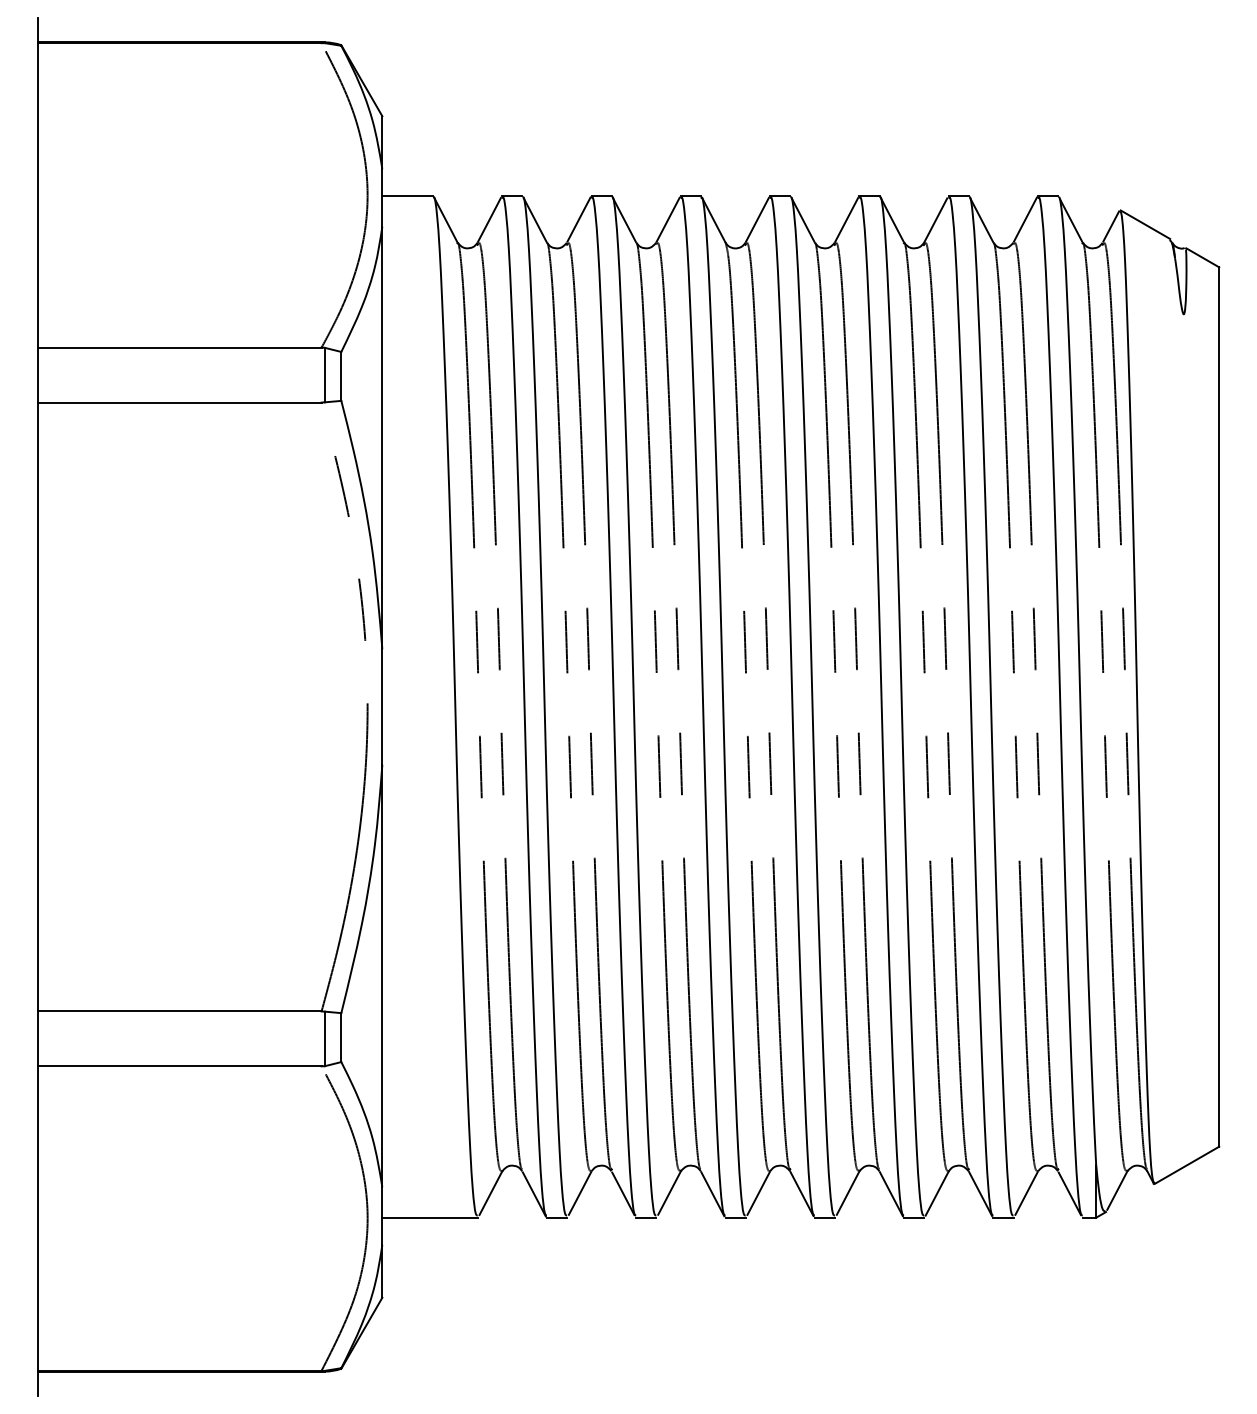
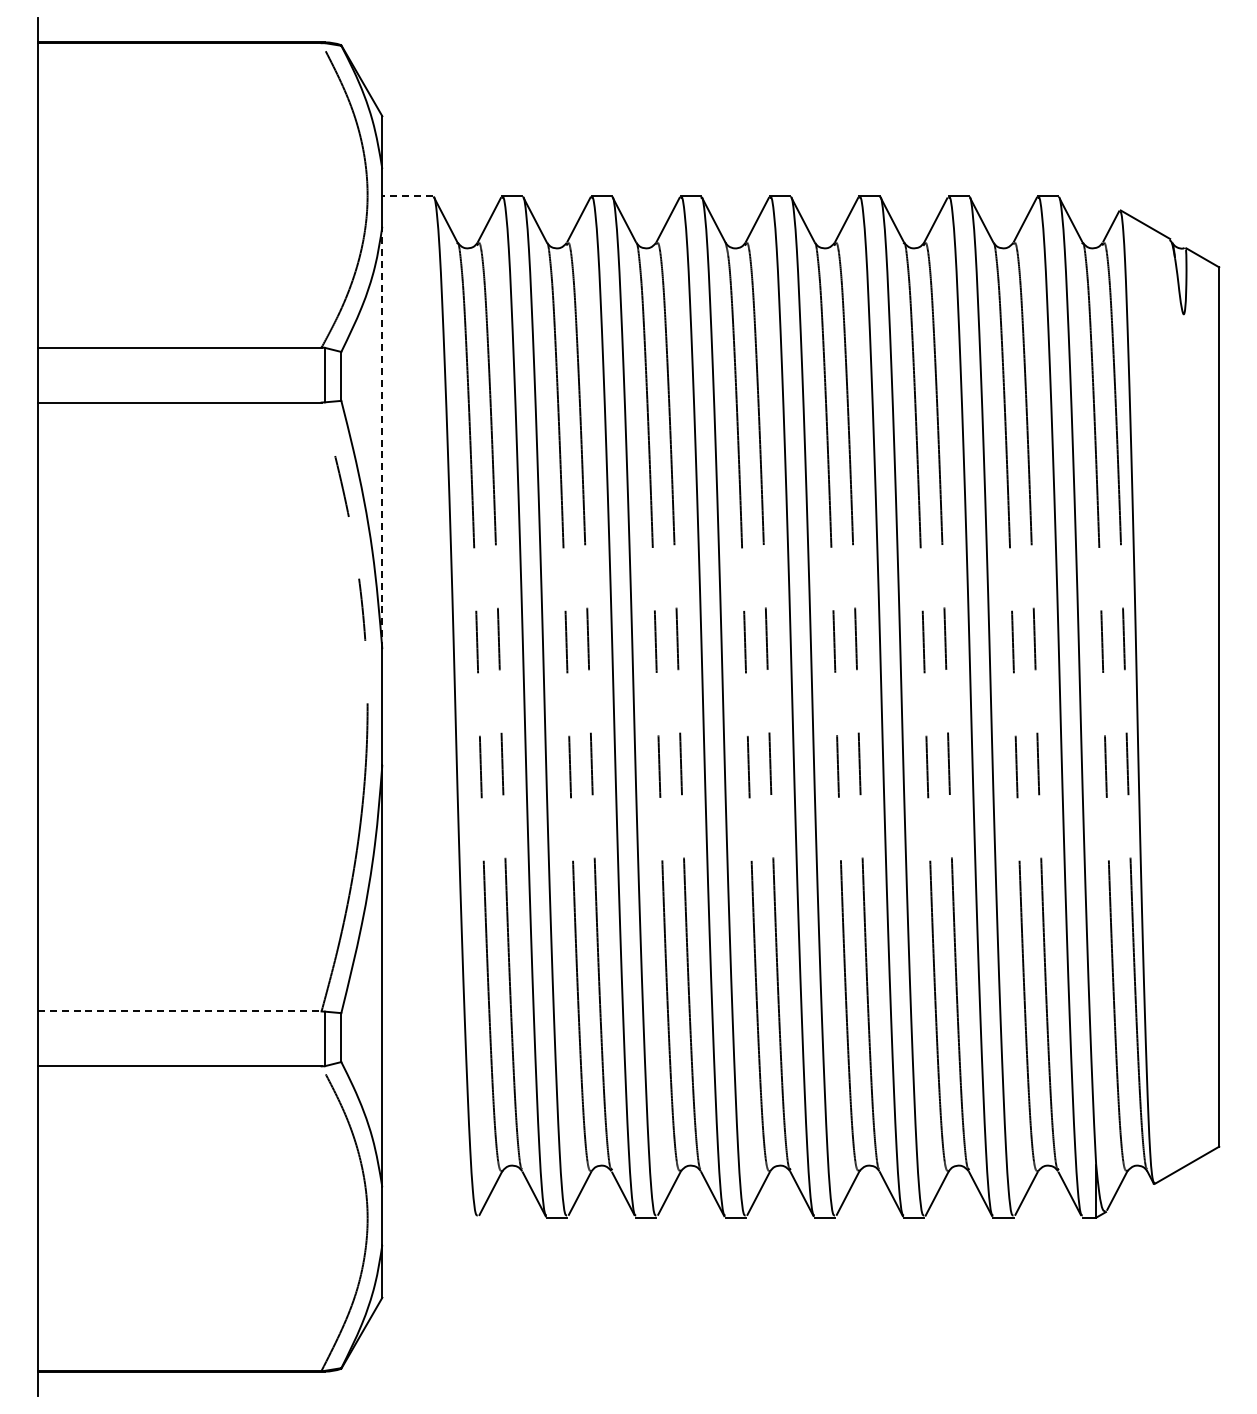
line at (407, 196): solid -> dashed
line at (382, 437): solid -> dashed
line at (179, 1011): solid -> dashed
line at (429, 1217): present -> none
